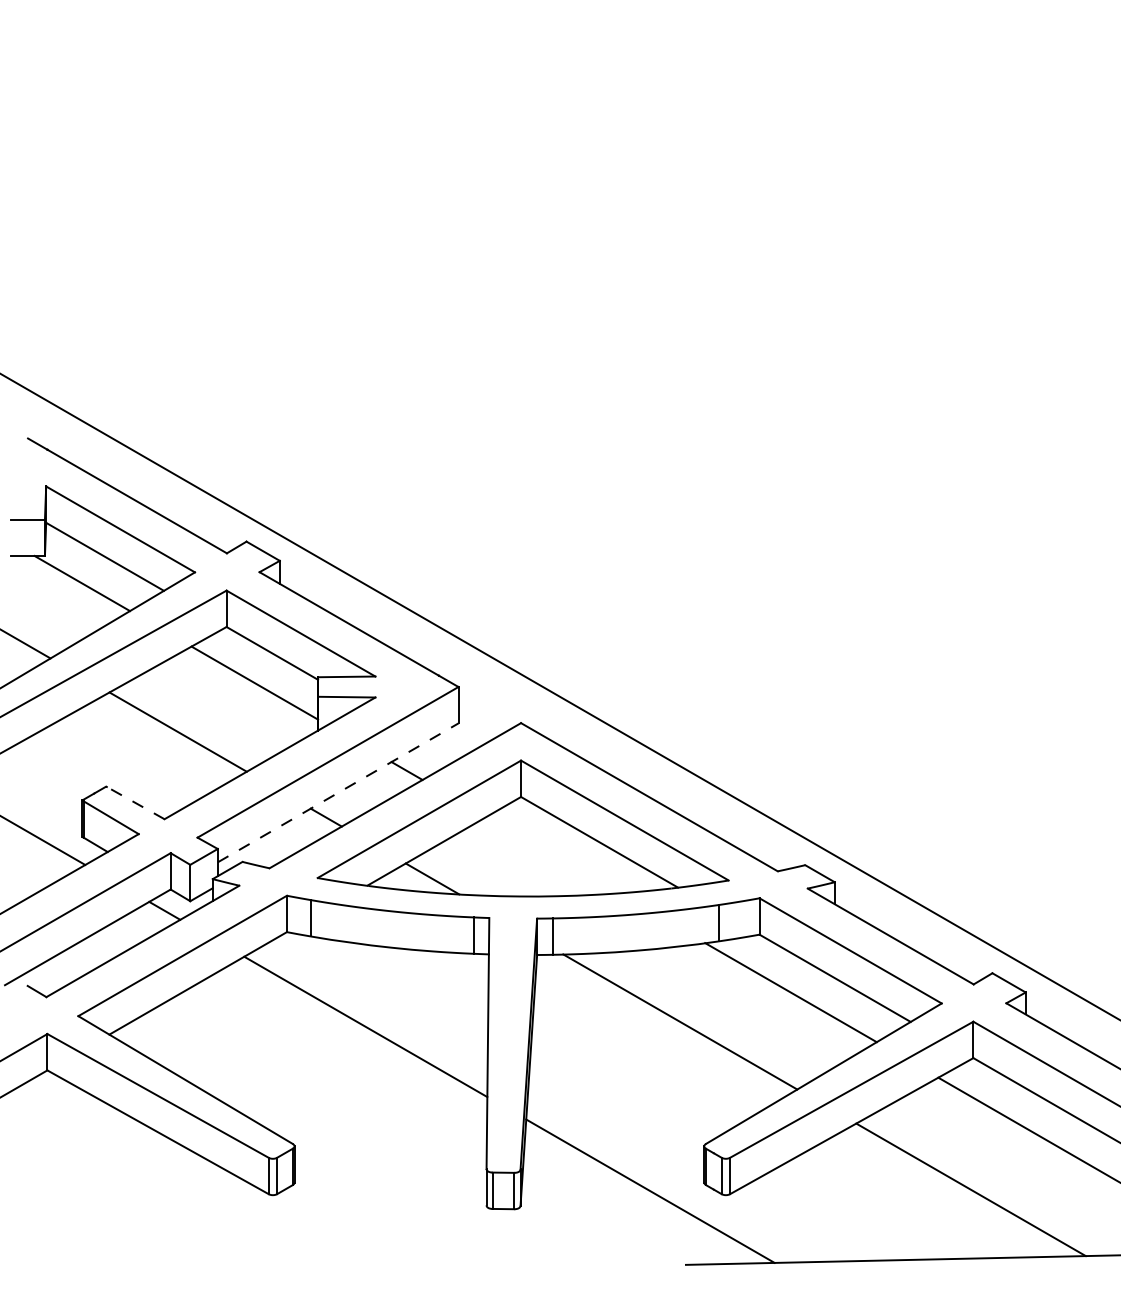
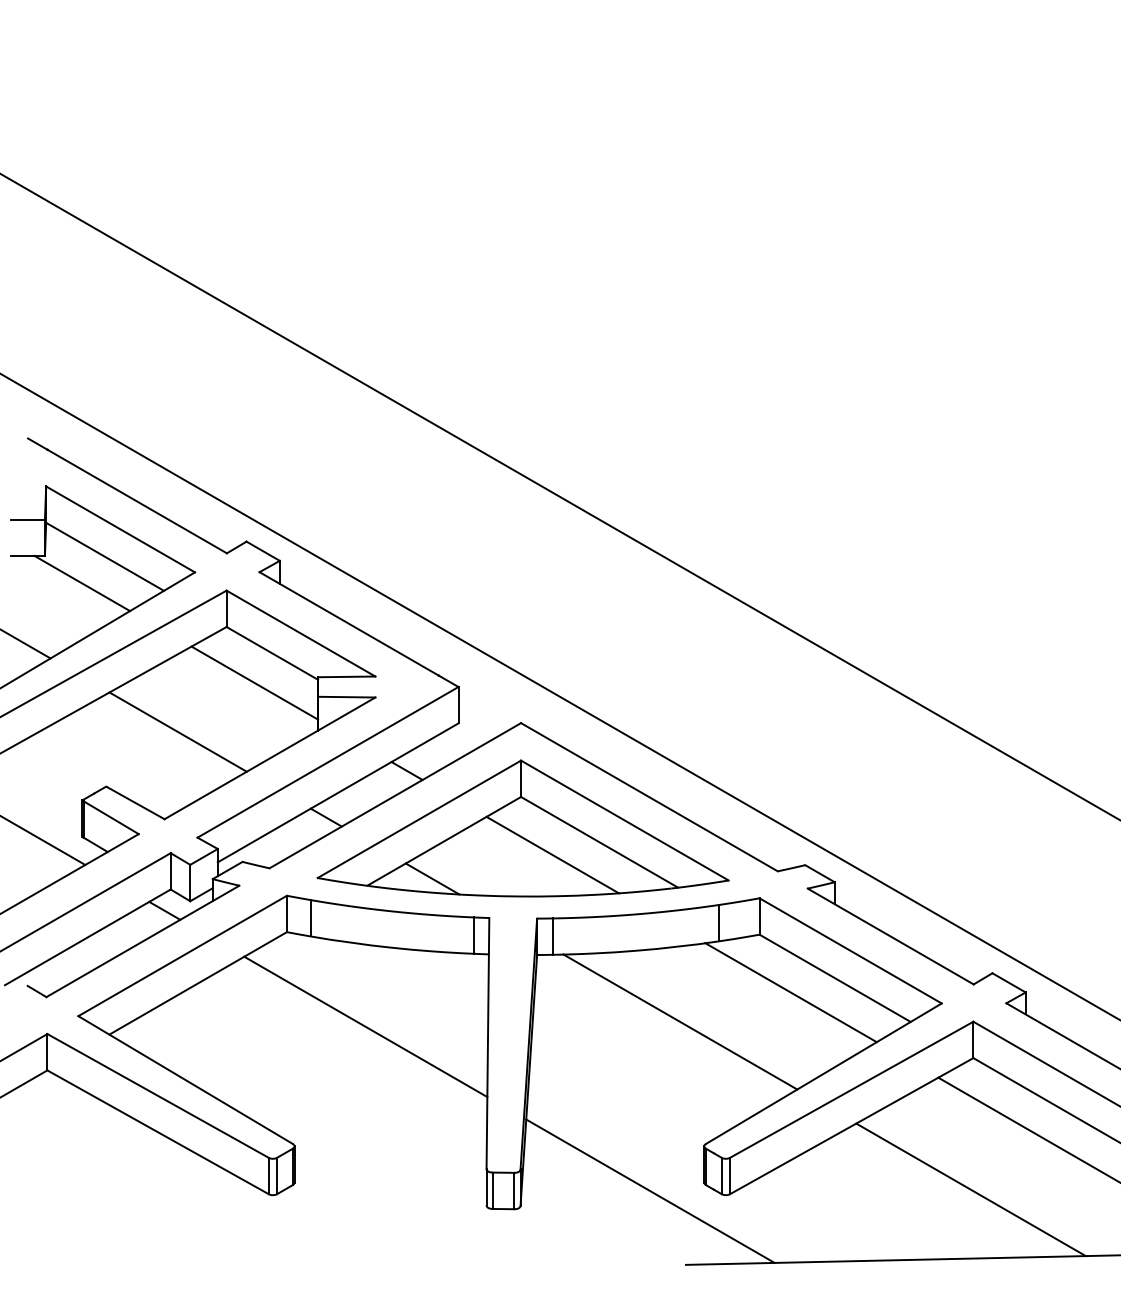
line at (559, 496): none -> present
line at (338, 792): dashed -> solid
line at (136, 803): dashed -> solid
line at (552, 854): none -> present
